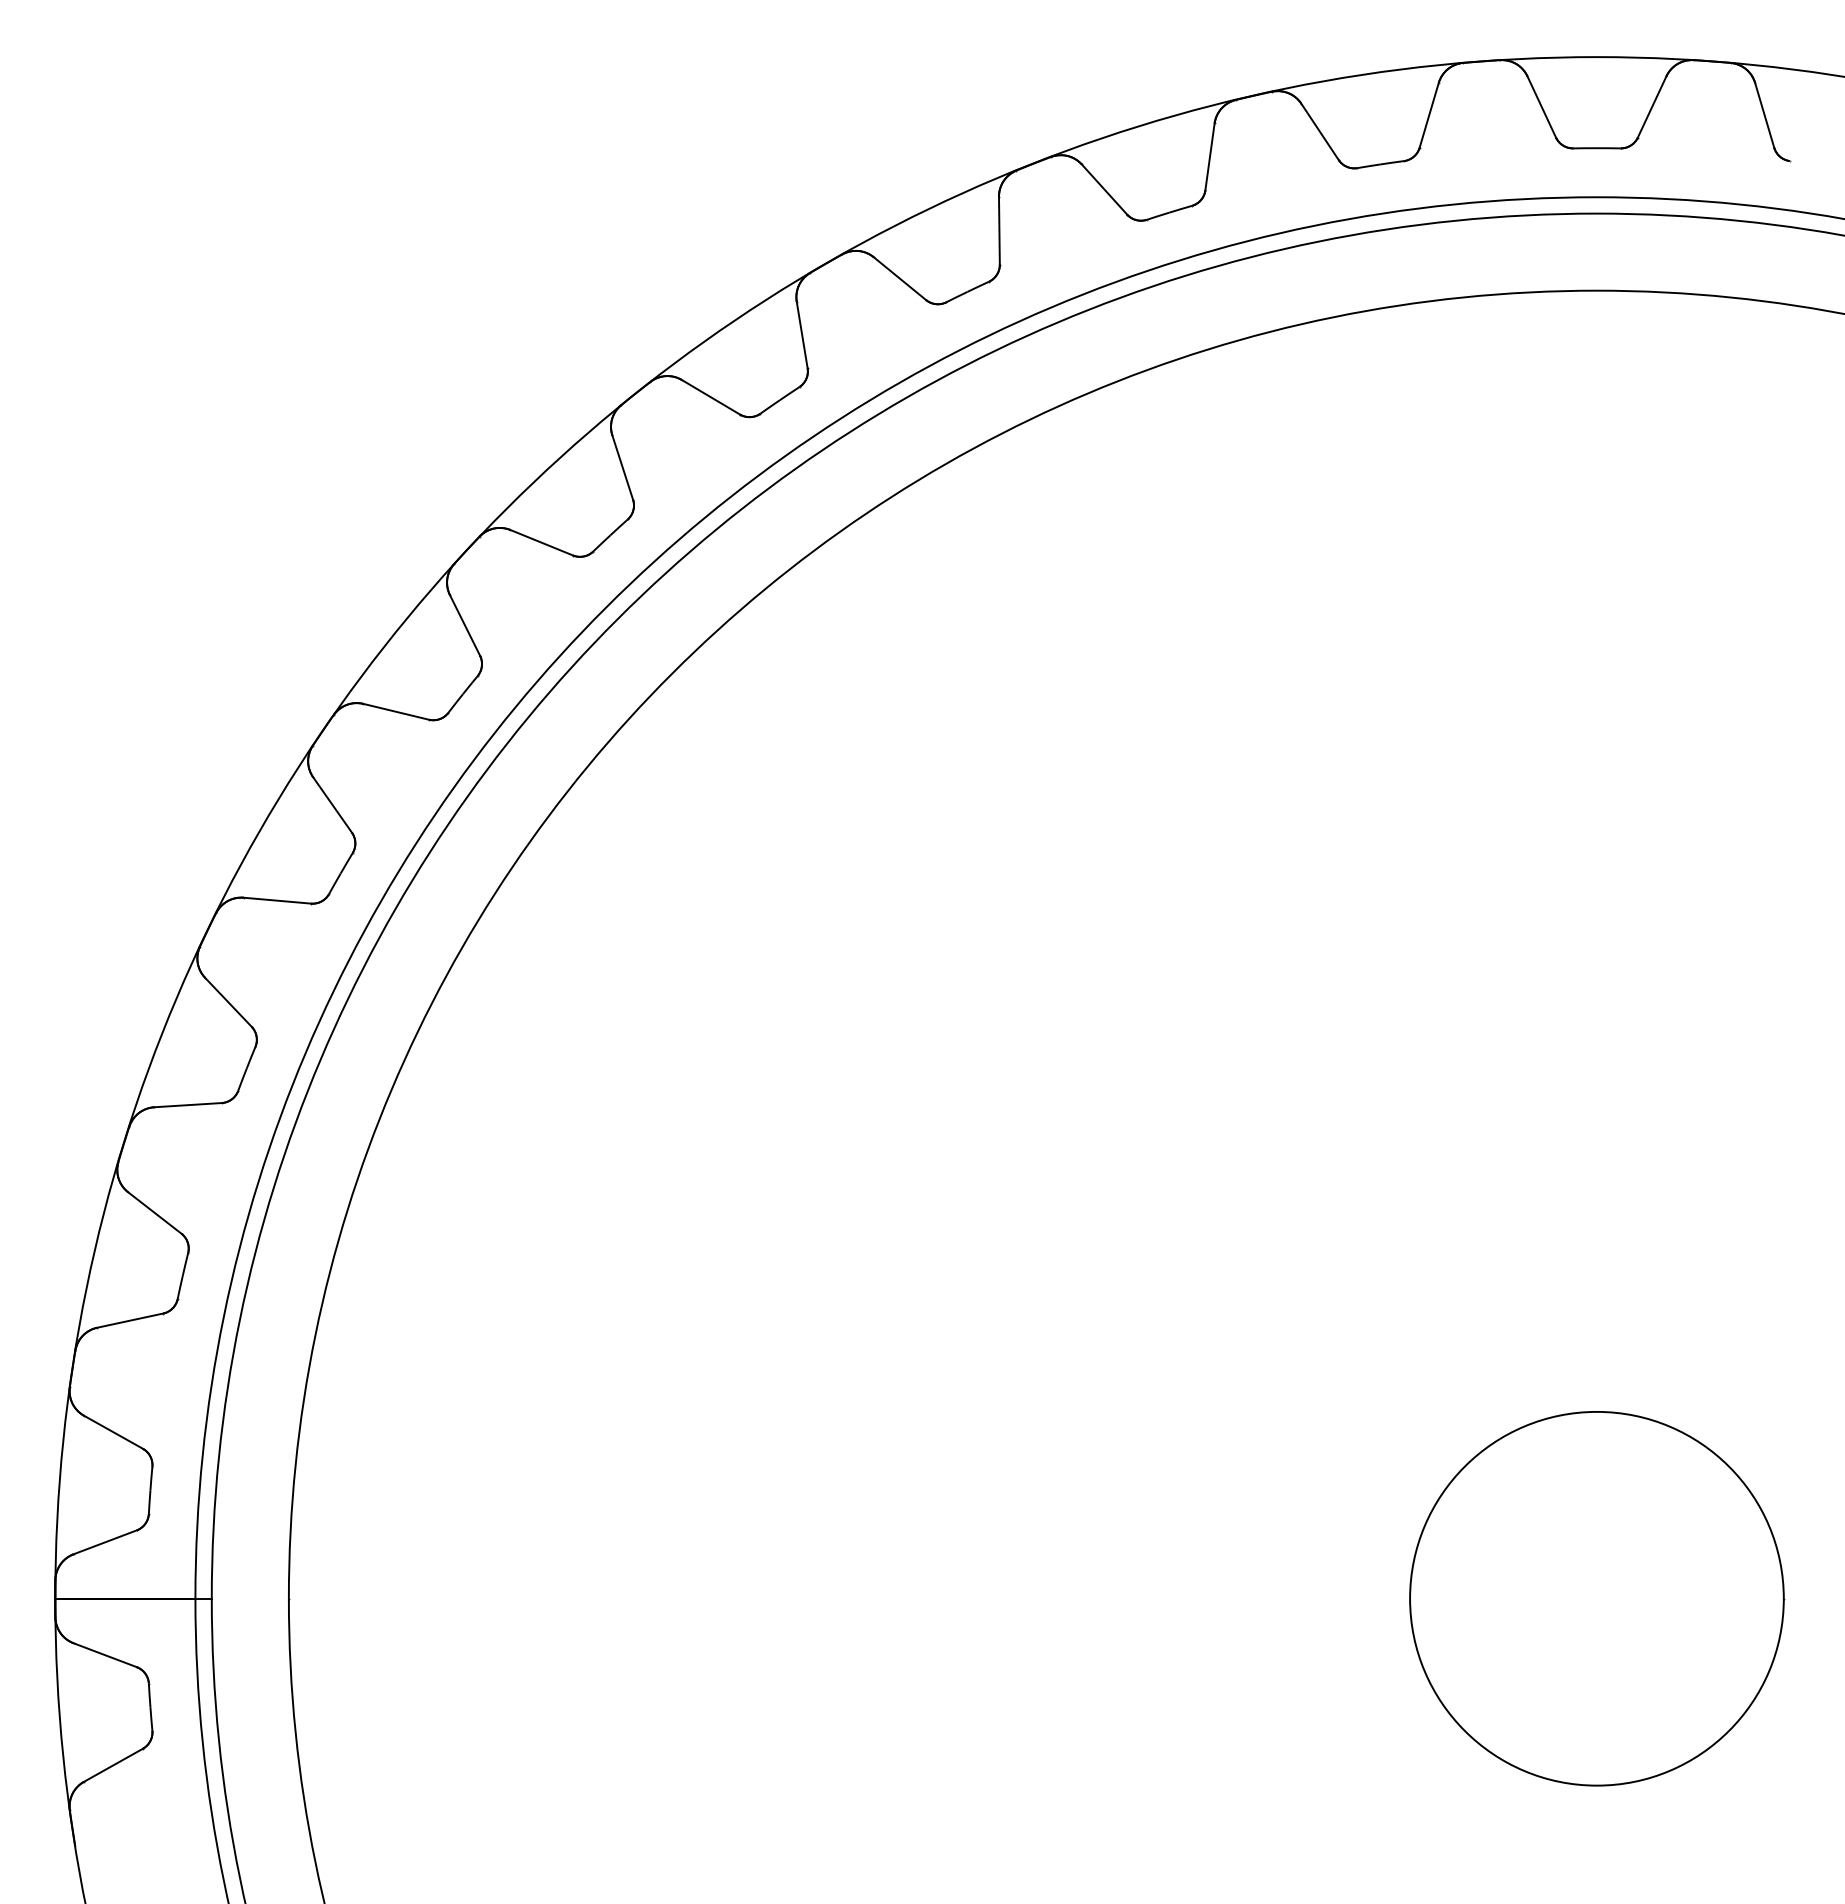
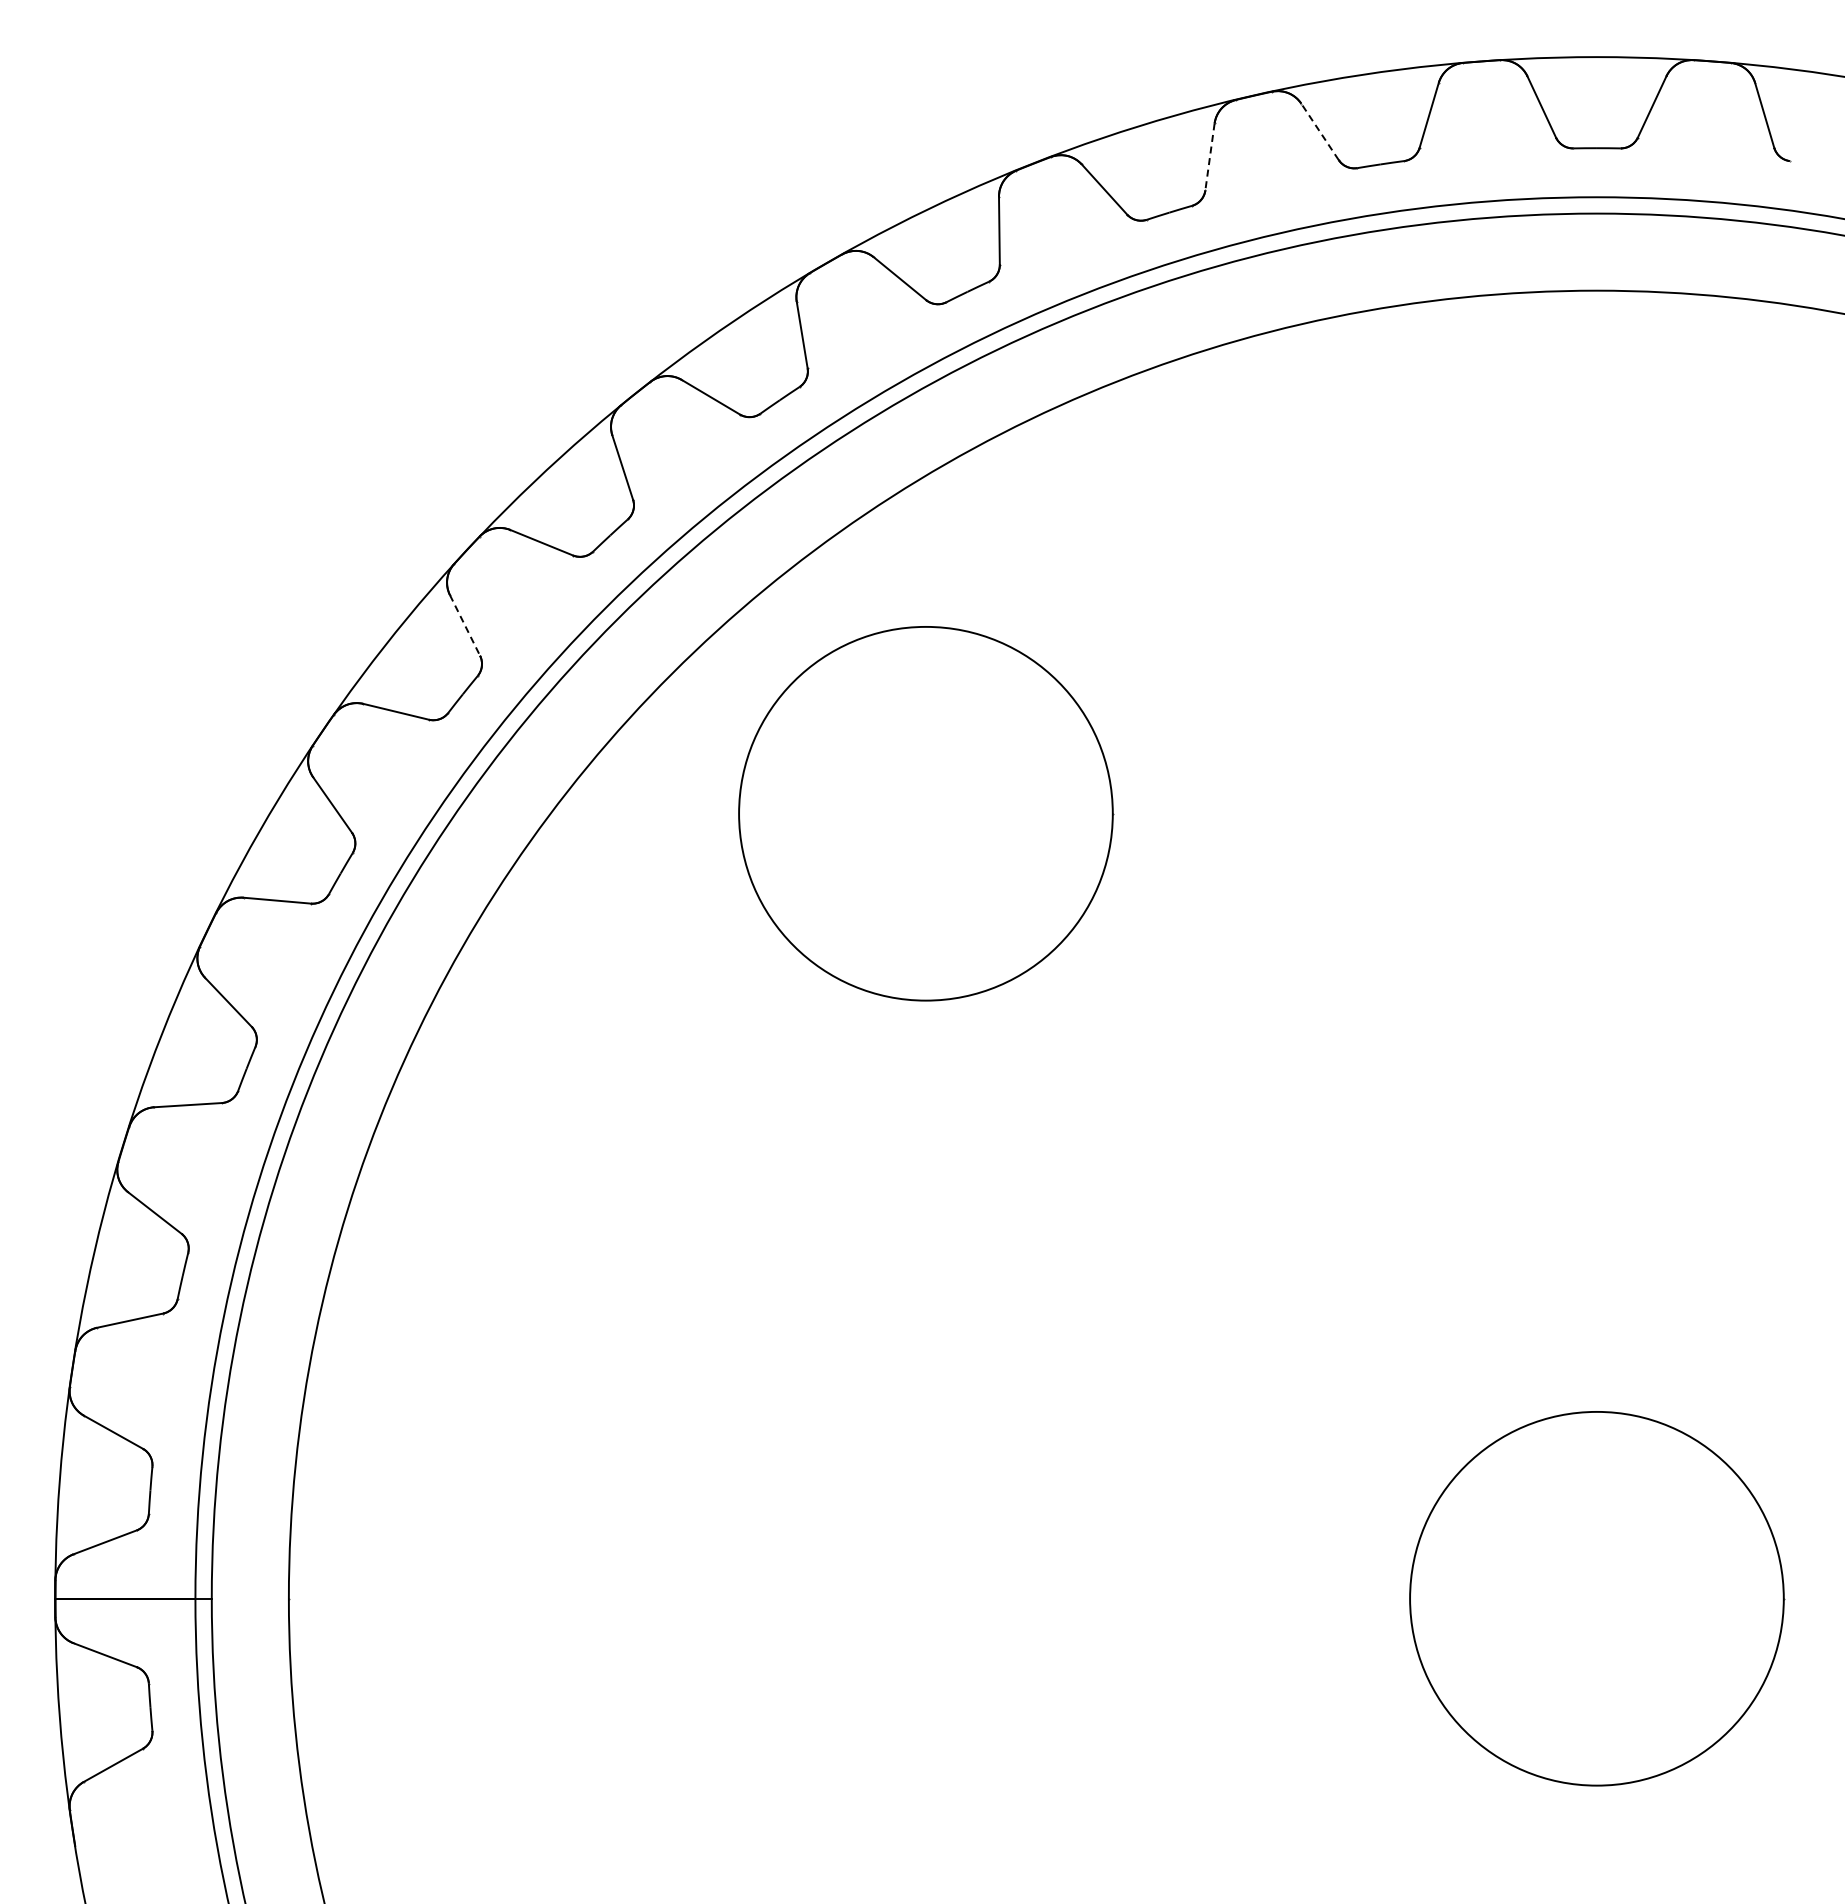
line at (1320, 131): solid -> dashed
line at (1209, 156): solid -> dashed
line at (465, 625): solid -> dashed
part at (926, 813): none -> present
